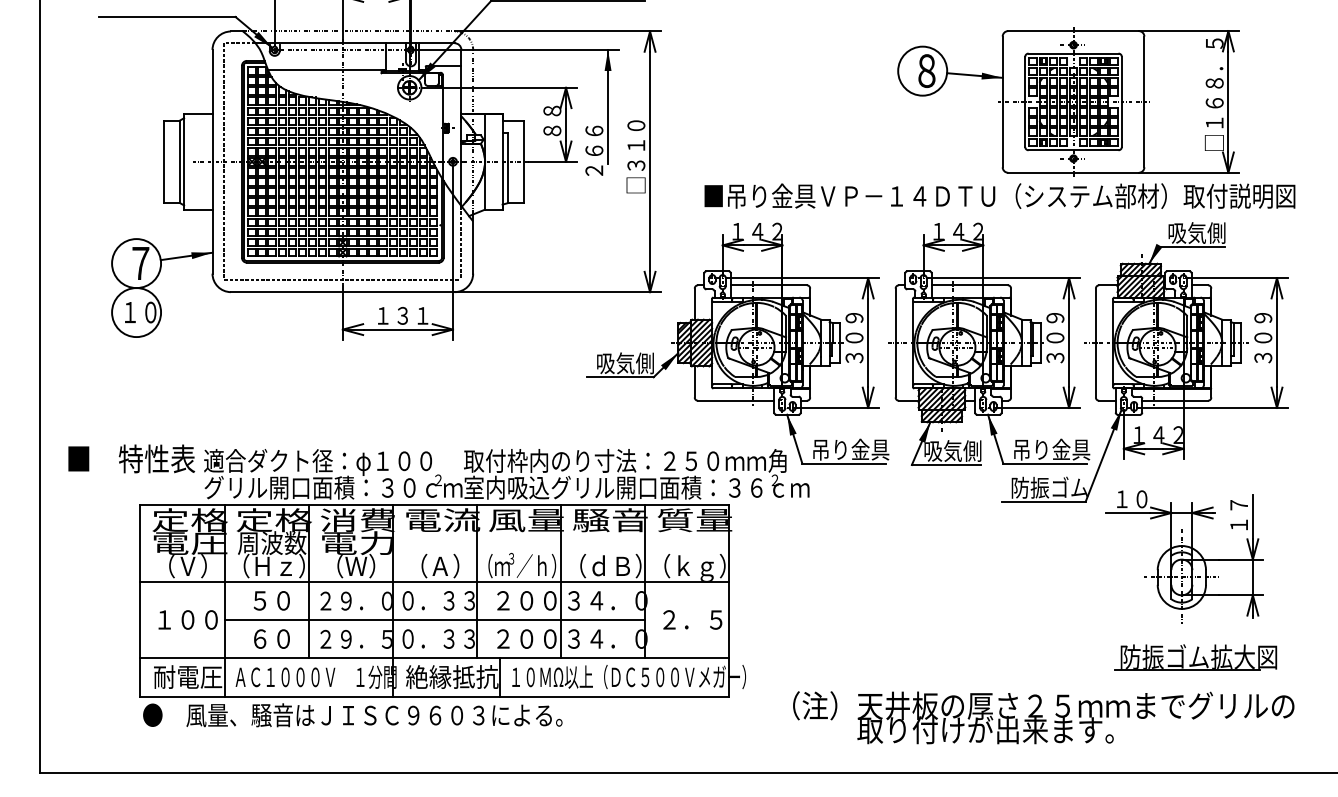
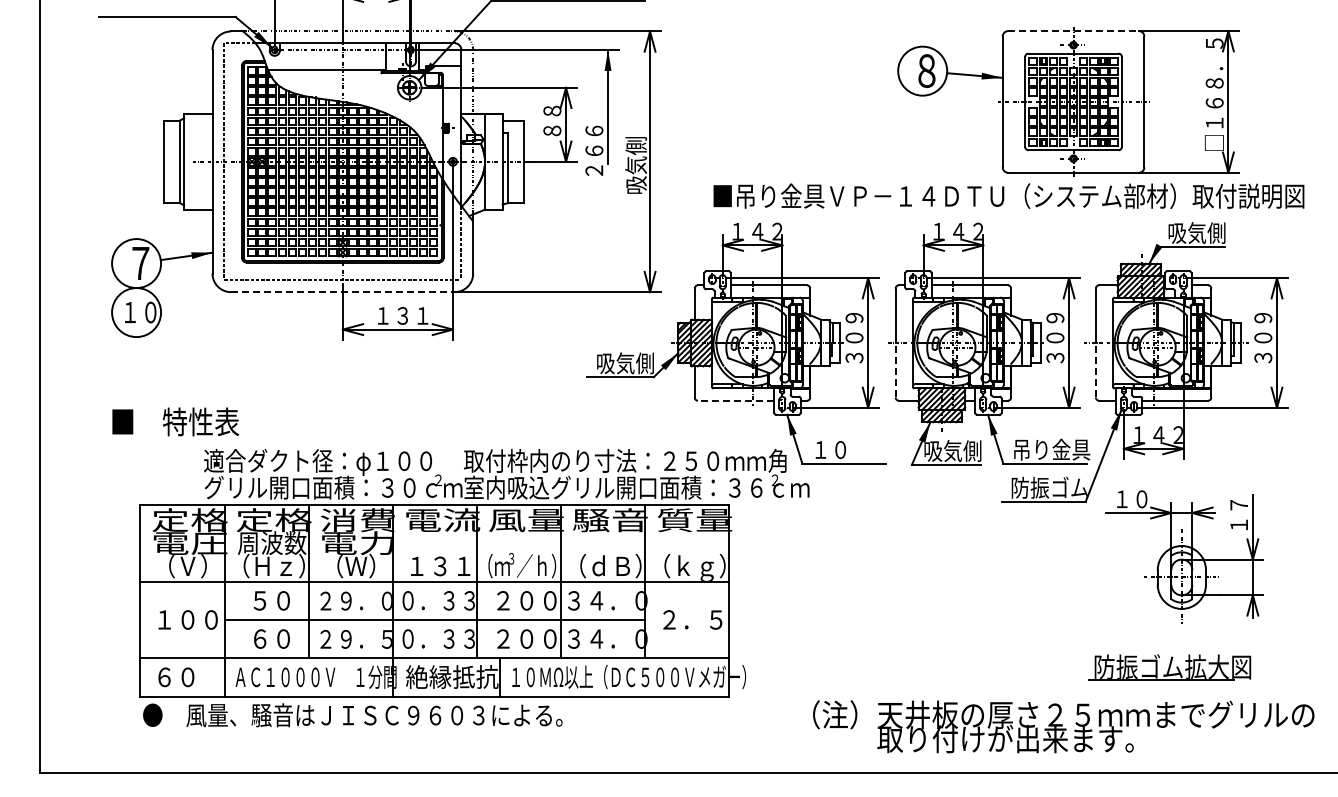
line at (1074, 31): solid -> dashed
text at (636, 156): □３１０ -> 吸気側
text at (999, 195) position: (999, 195) -> (1008, 195)
line at (342, 292): solid -> dashed
line at (895, 369): solid -> dashed
line at (1095, 369): solid -> dashed
line at (735, 400): solid -> dashed
text at (851, 449): 吊り金具 -> １０
text at (131, 458) position: (131, 458) -> (175, 421)
text at (440, 565): （Ａ） -> １３１
part at (1195, 657) position: (1195, 657) -> (1169, 667)
text at (188, 676): 耐電圧 -> ６０
text at (1043, 717) position: (1043, 717) -> (1063, 726)
